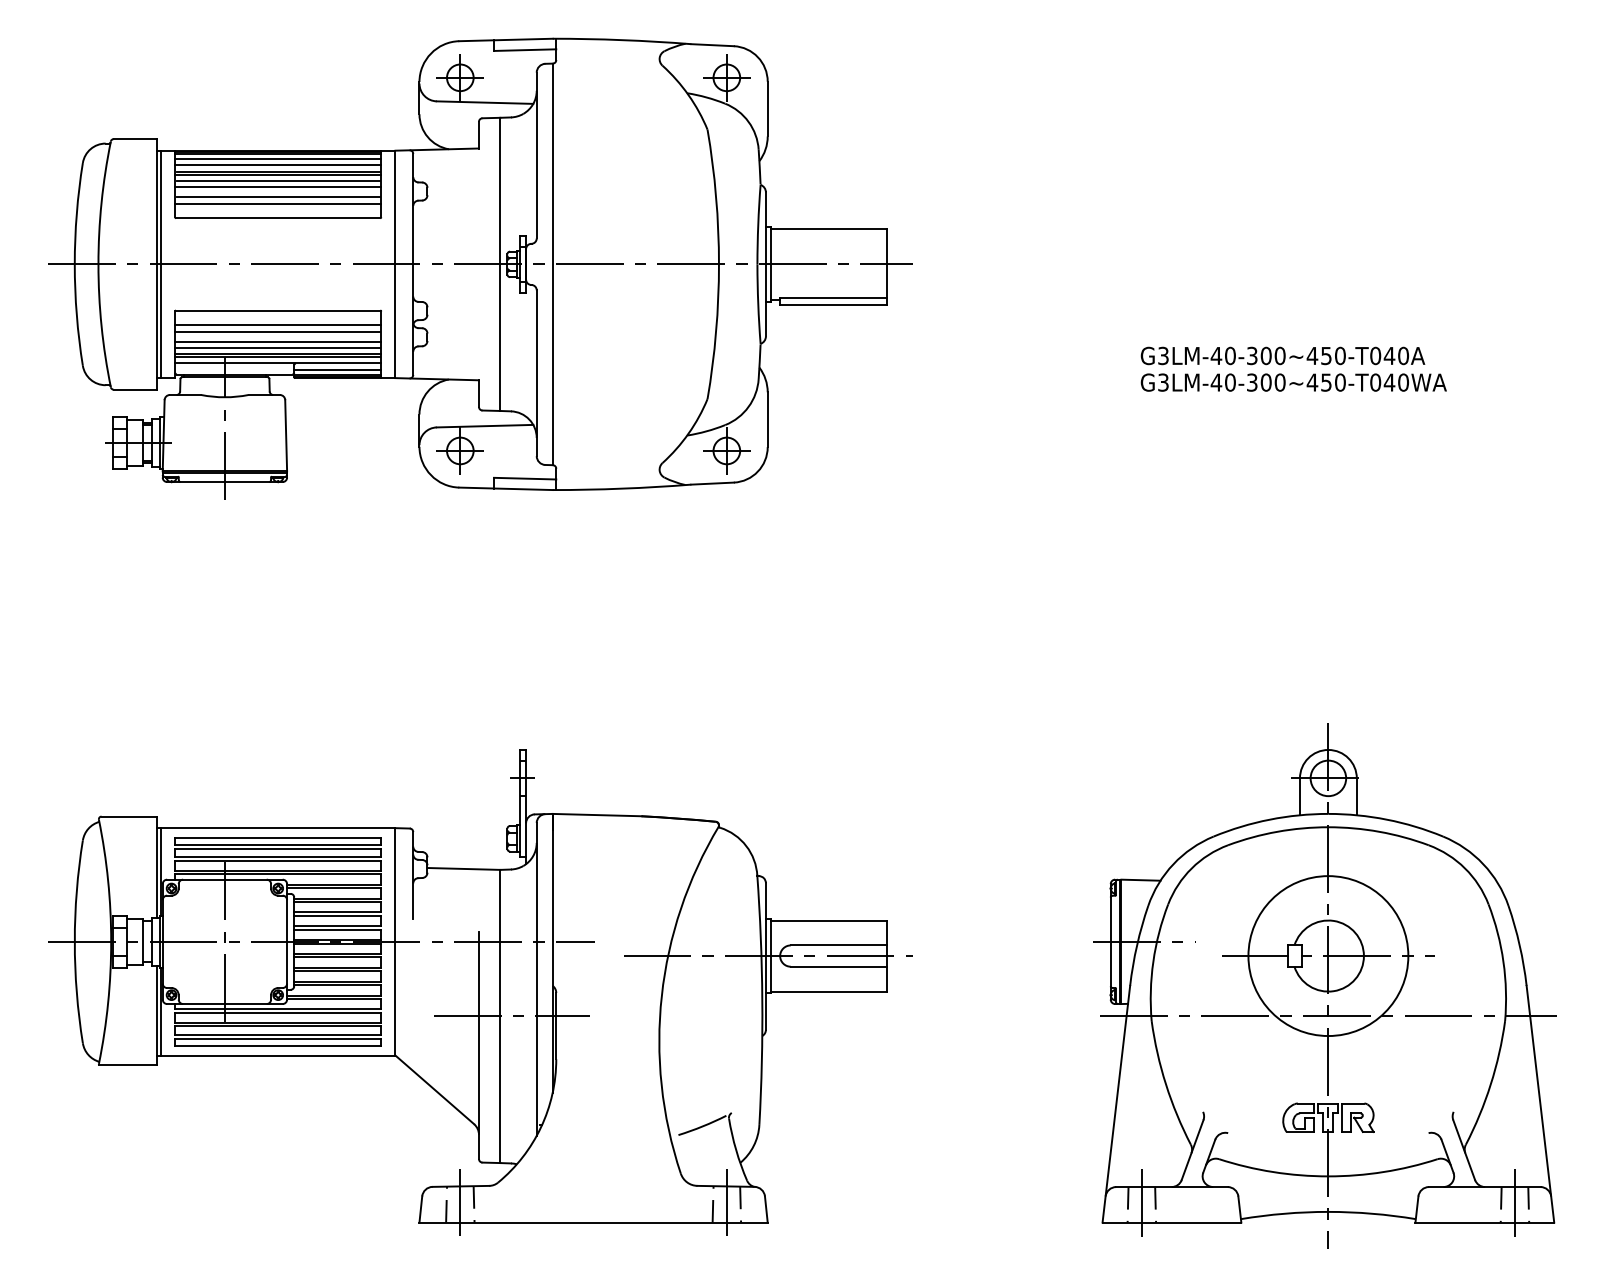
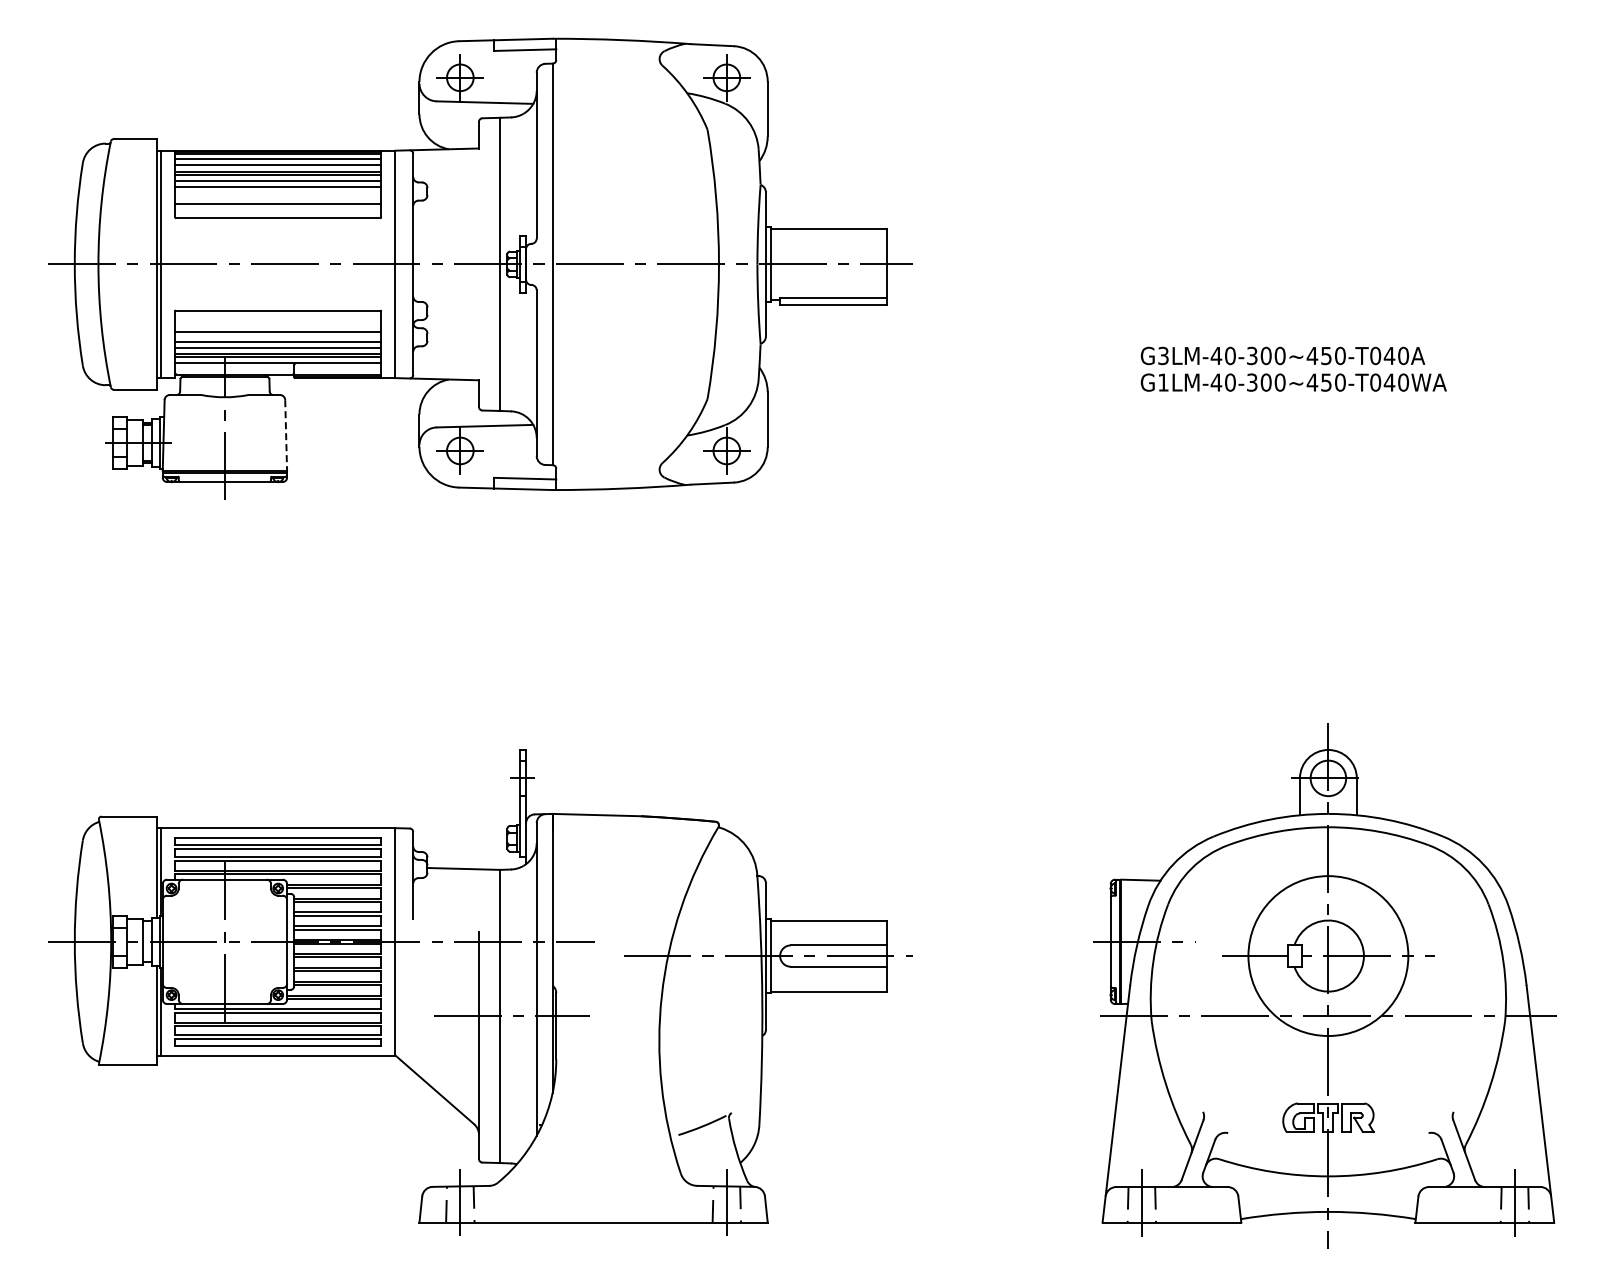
line at (277, 196): present -> none
line at (278, 325): present -> none
line at (337, 370): present -> none
text at (1163, 382): G3LM-40-300~450-T040WA -> G1LM-40-300~450-T040WA
line at (286, 435): solid -> dashed
